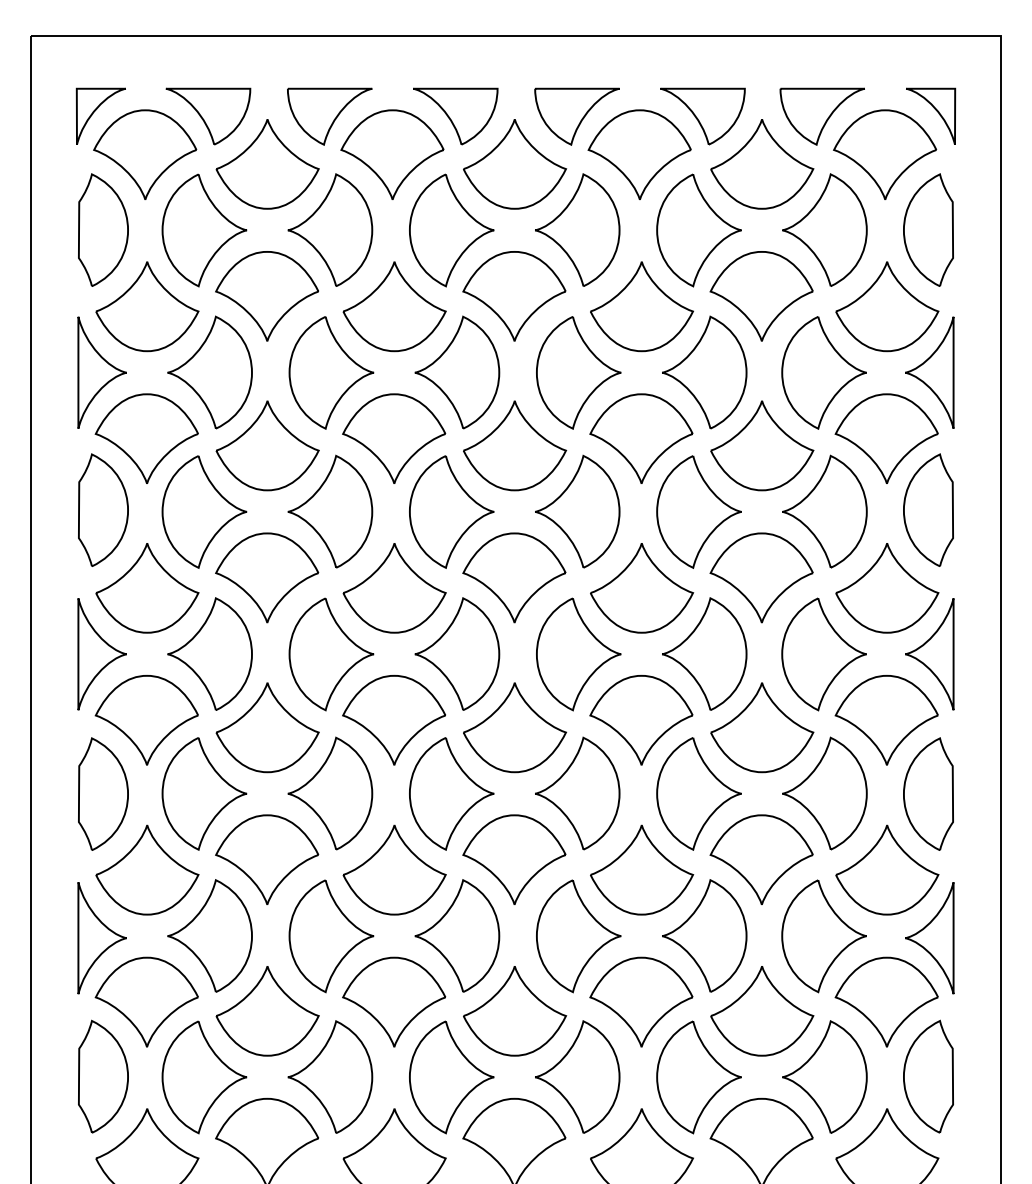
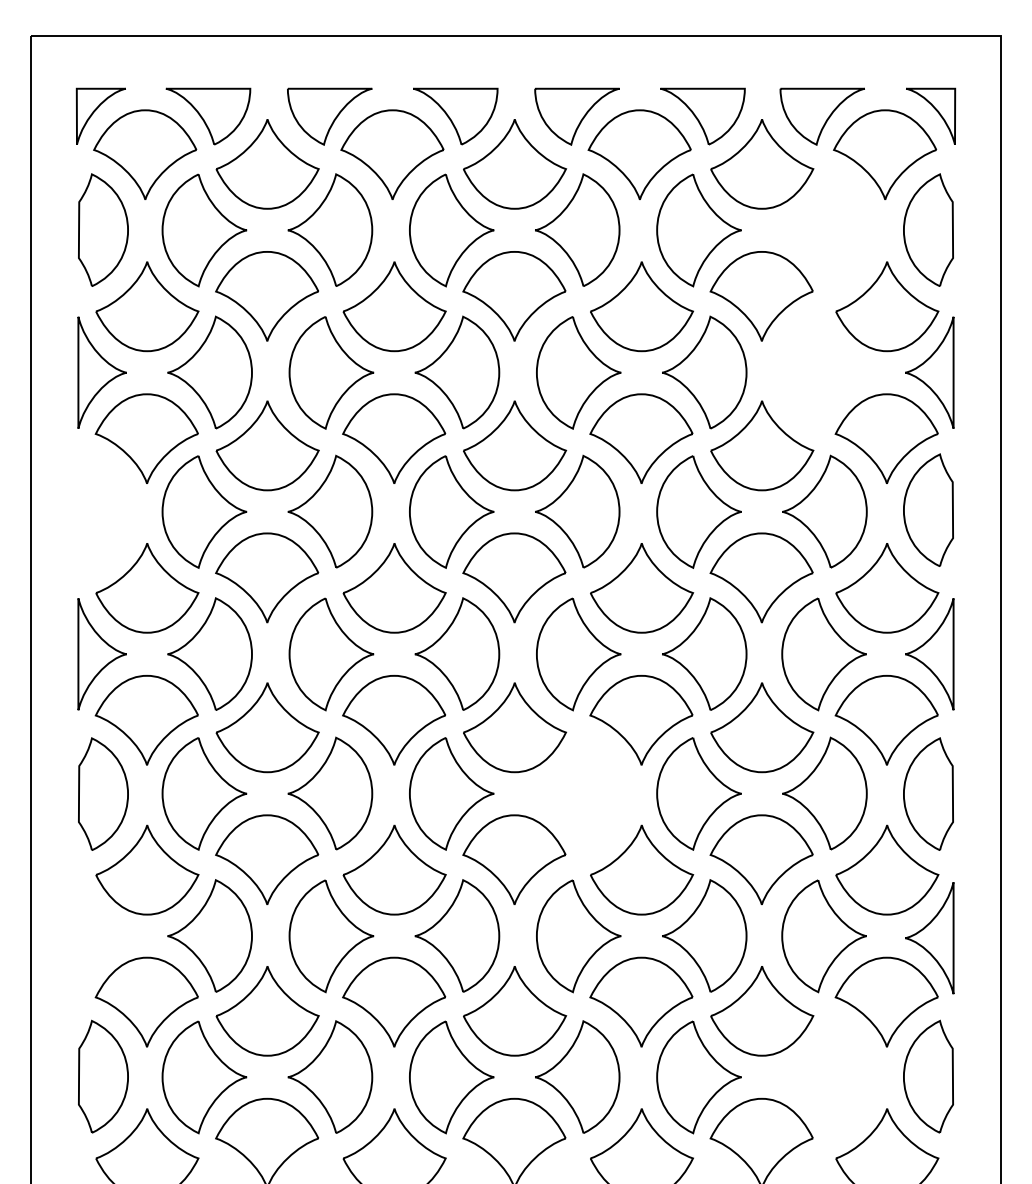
part at (824, 229): present -> none
part at (823, 372): present -> none
part at (103, 509): present -> none
part at (577, 793): present -> none
part at (101, 938): present -> none
part at (824, 1076): present -> none
